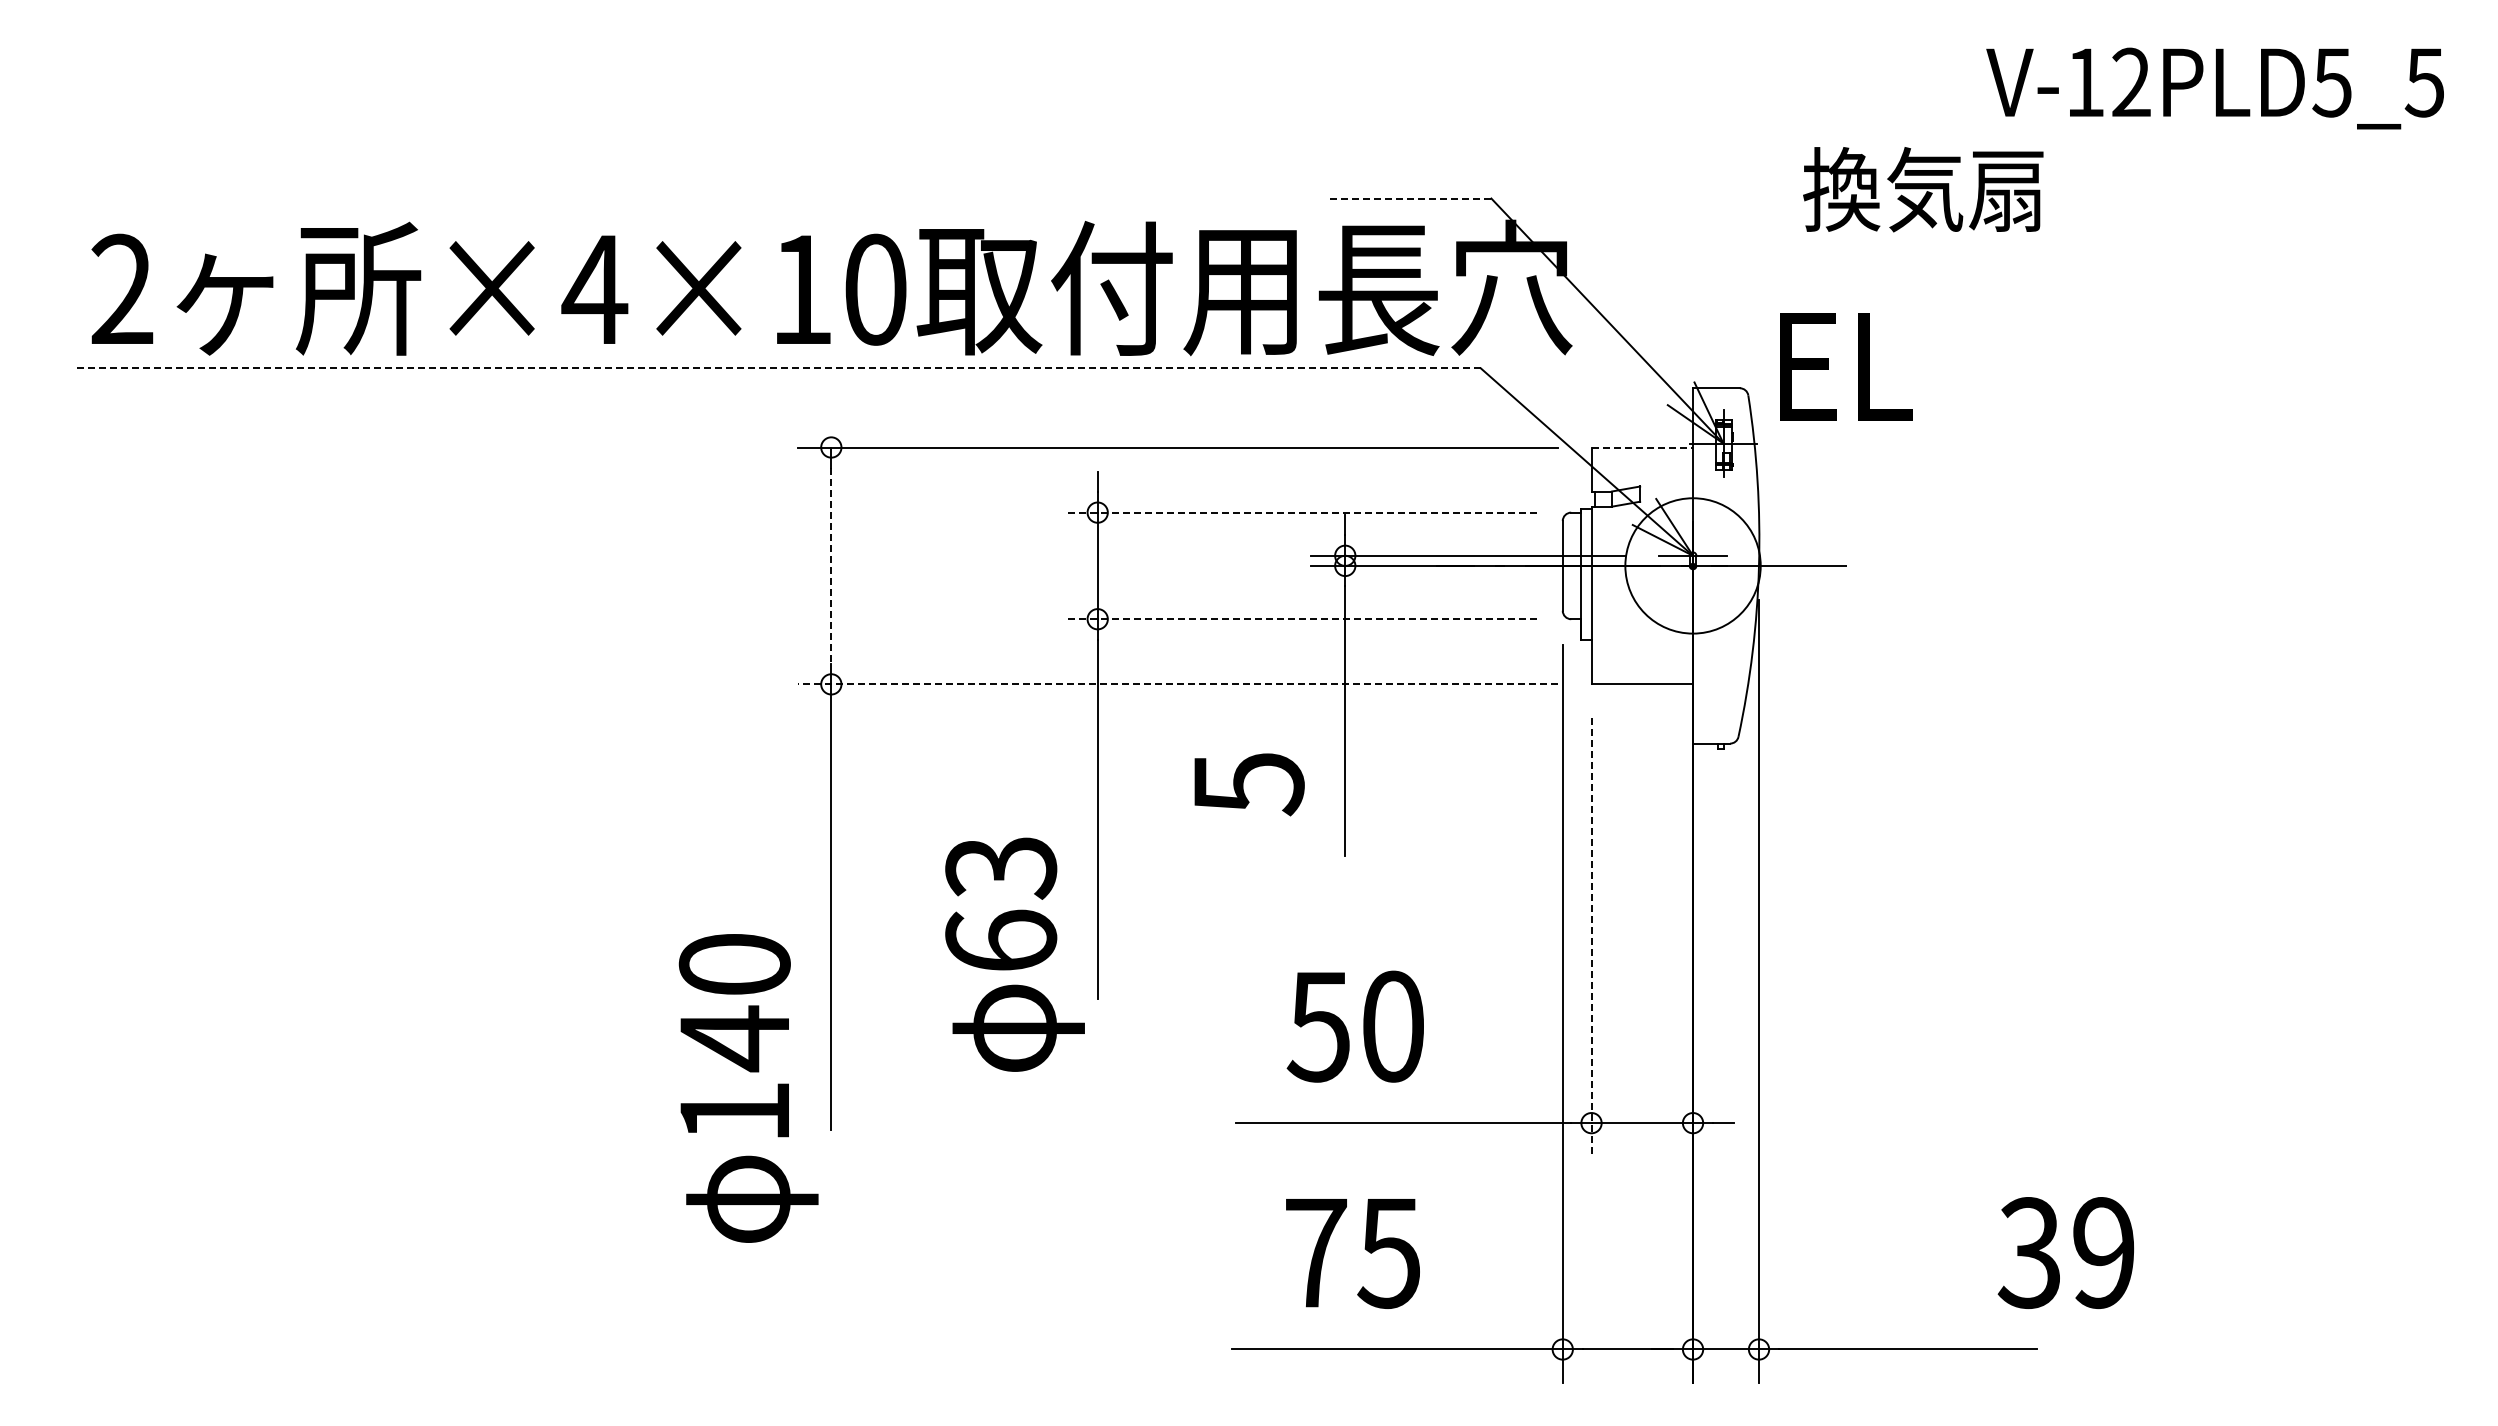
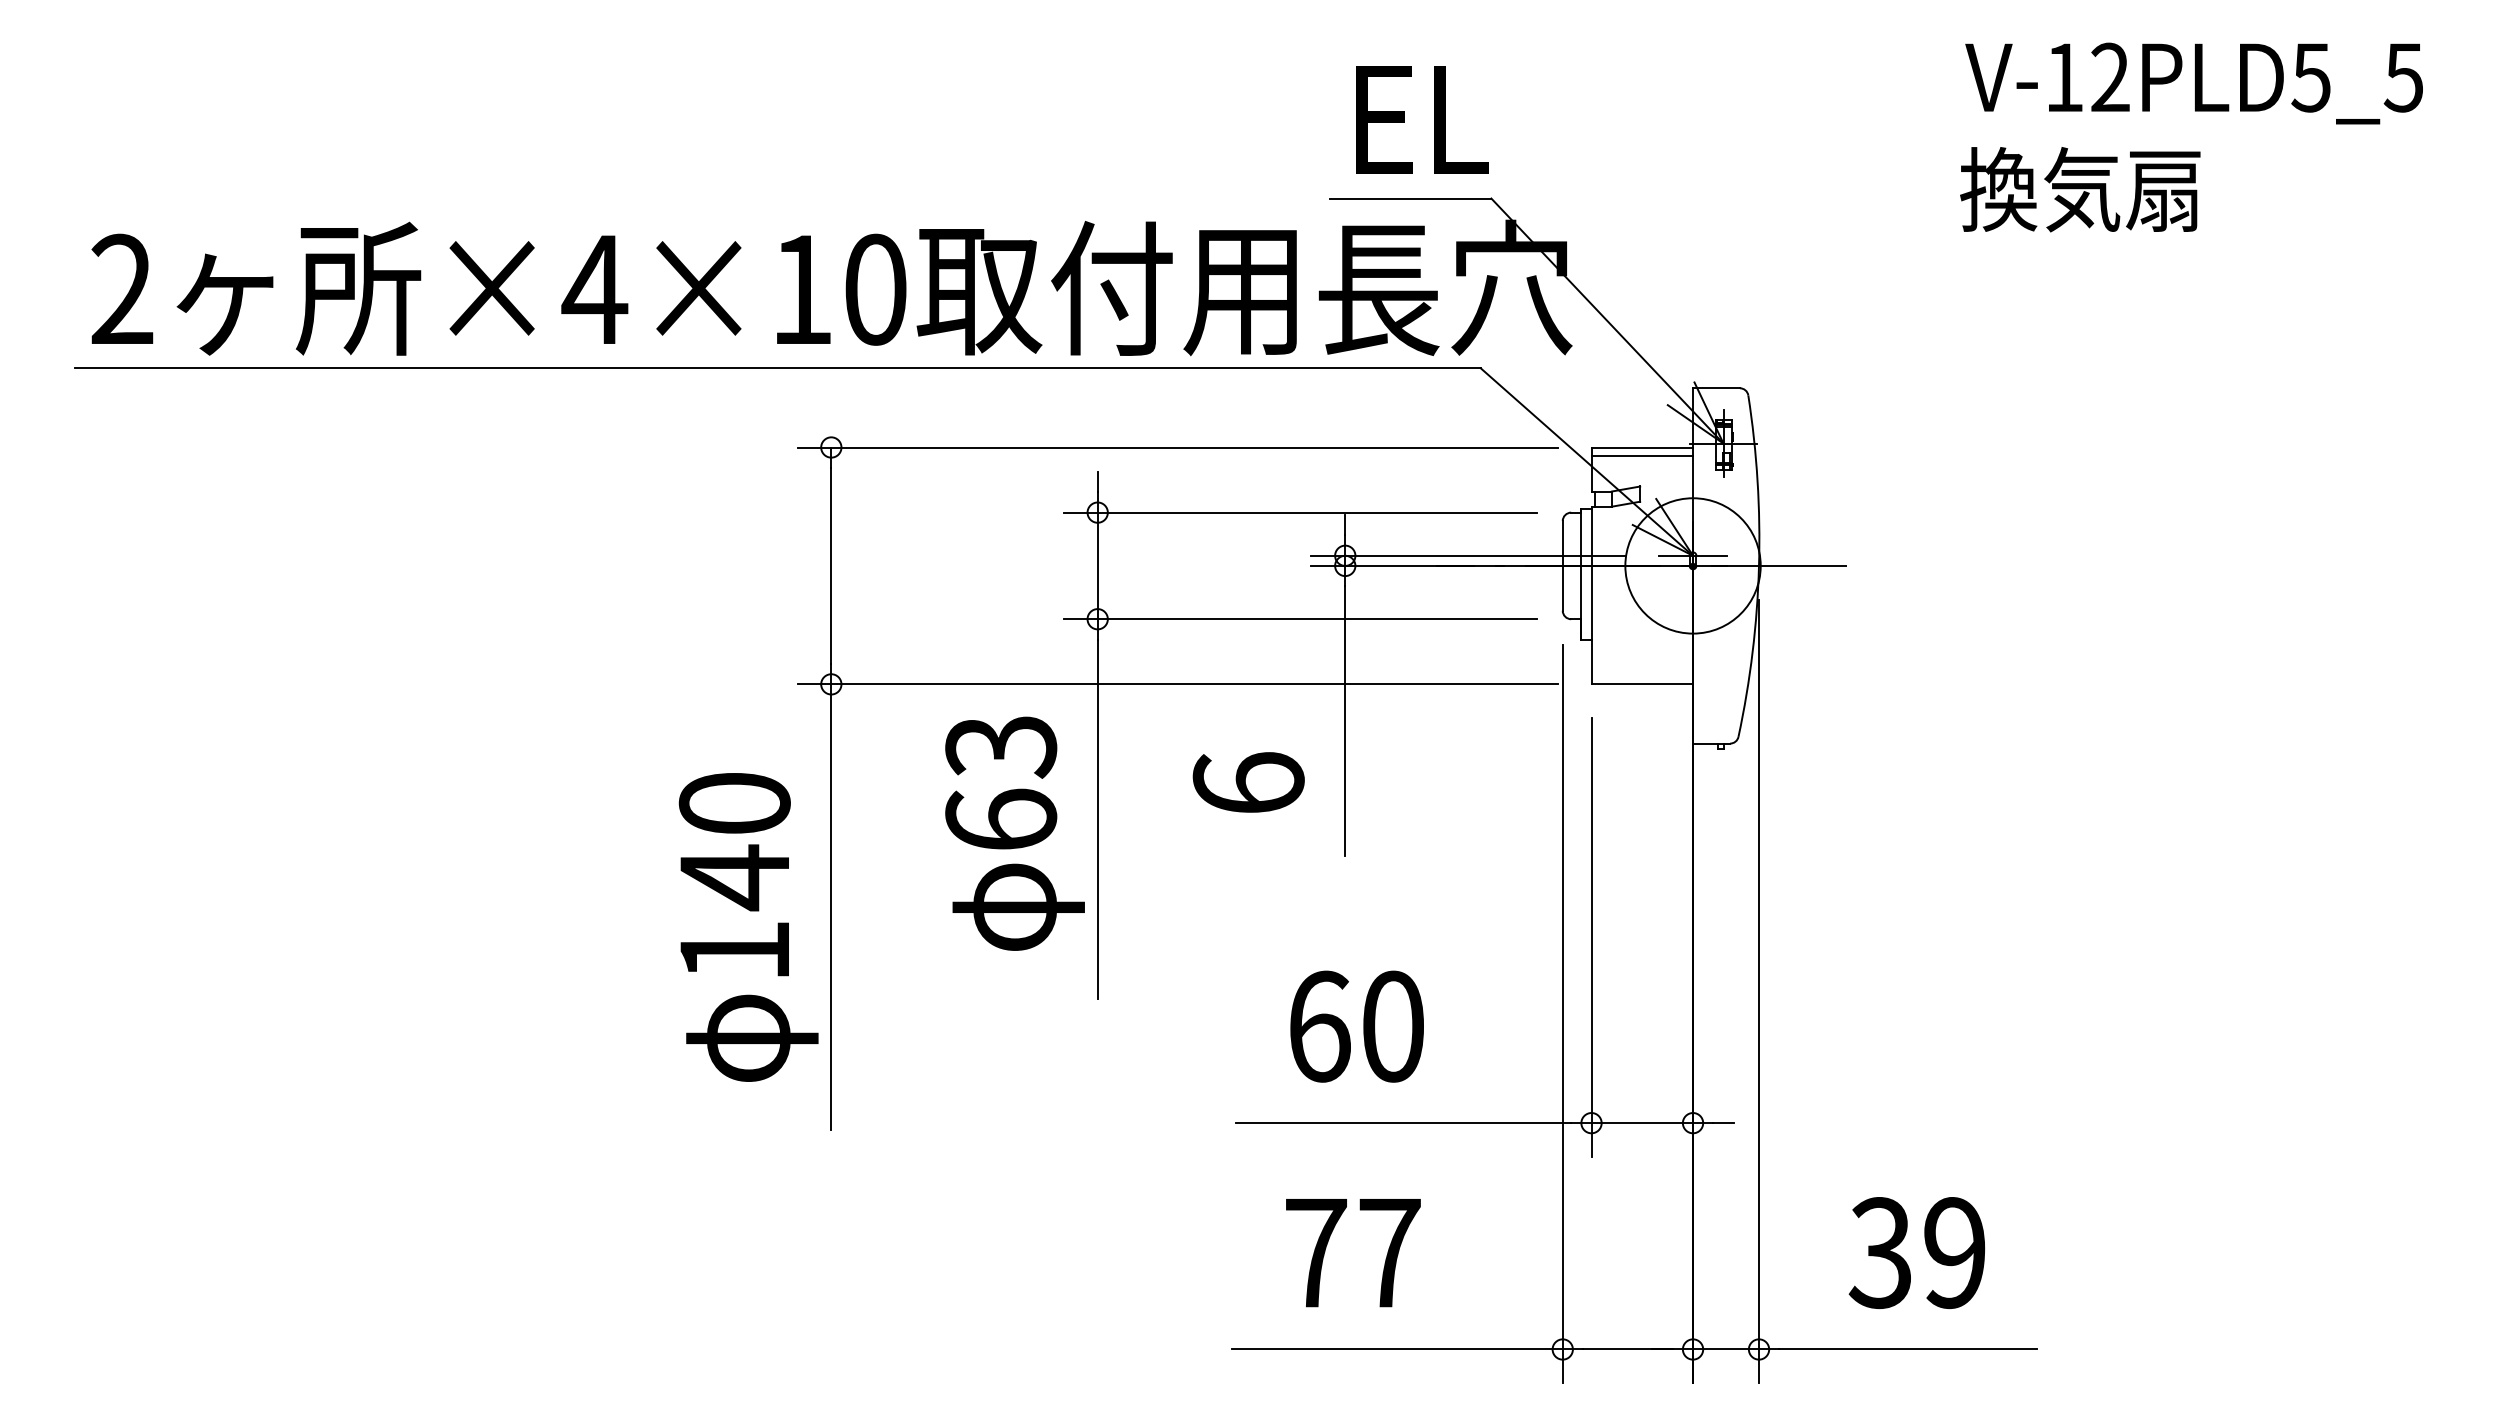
text at (2214, 88) position: (2214, 88) -> (2193, 83)
text at (1923, 189) position: (1923, 189) -> (2080, 189)
line at (1410, 198): dashed -> solid
text at (1846, 366) position: (1846, 366) -> (1422, 119)
line at (777, 368): dashed -> solid
line at (1642, 447): dashed -> solid
line at (1642, 455): none -> present
line at (1300, 512): dashed -> solid
line at (831, 566): dashed -> solid
line at (1300, 619): dashed -> solid
line at (1177, 684): dashed -> solid
text at (1248, 784): 5 -> 6
line at (1591, 938): dashed -> solid
text at (1014, 954) position: (1014, 954) -> (1014, 833)
text at (1318, 1026): 50 -> 60
text at (748, 1088) position: (748, 1088) -> (748, 927)
text at (2065, 1252) position: (2065, 1252) -> (1916, 1252)
text at (1388, 1254): 75 -> 77
